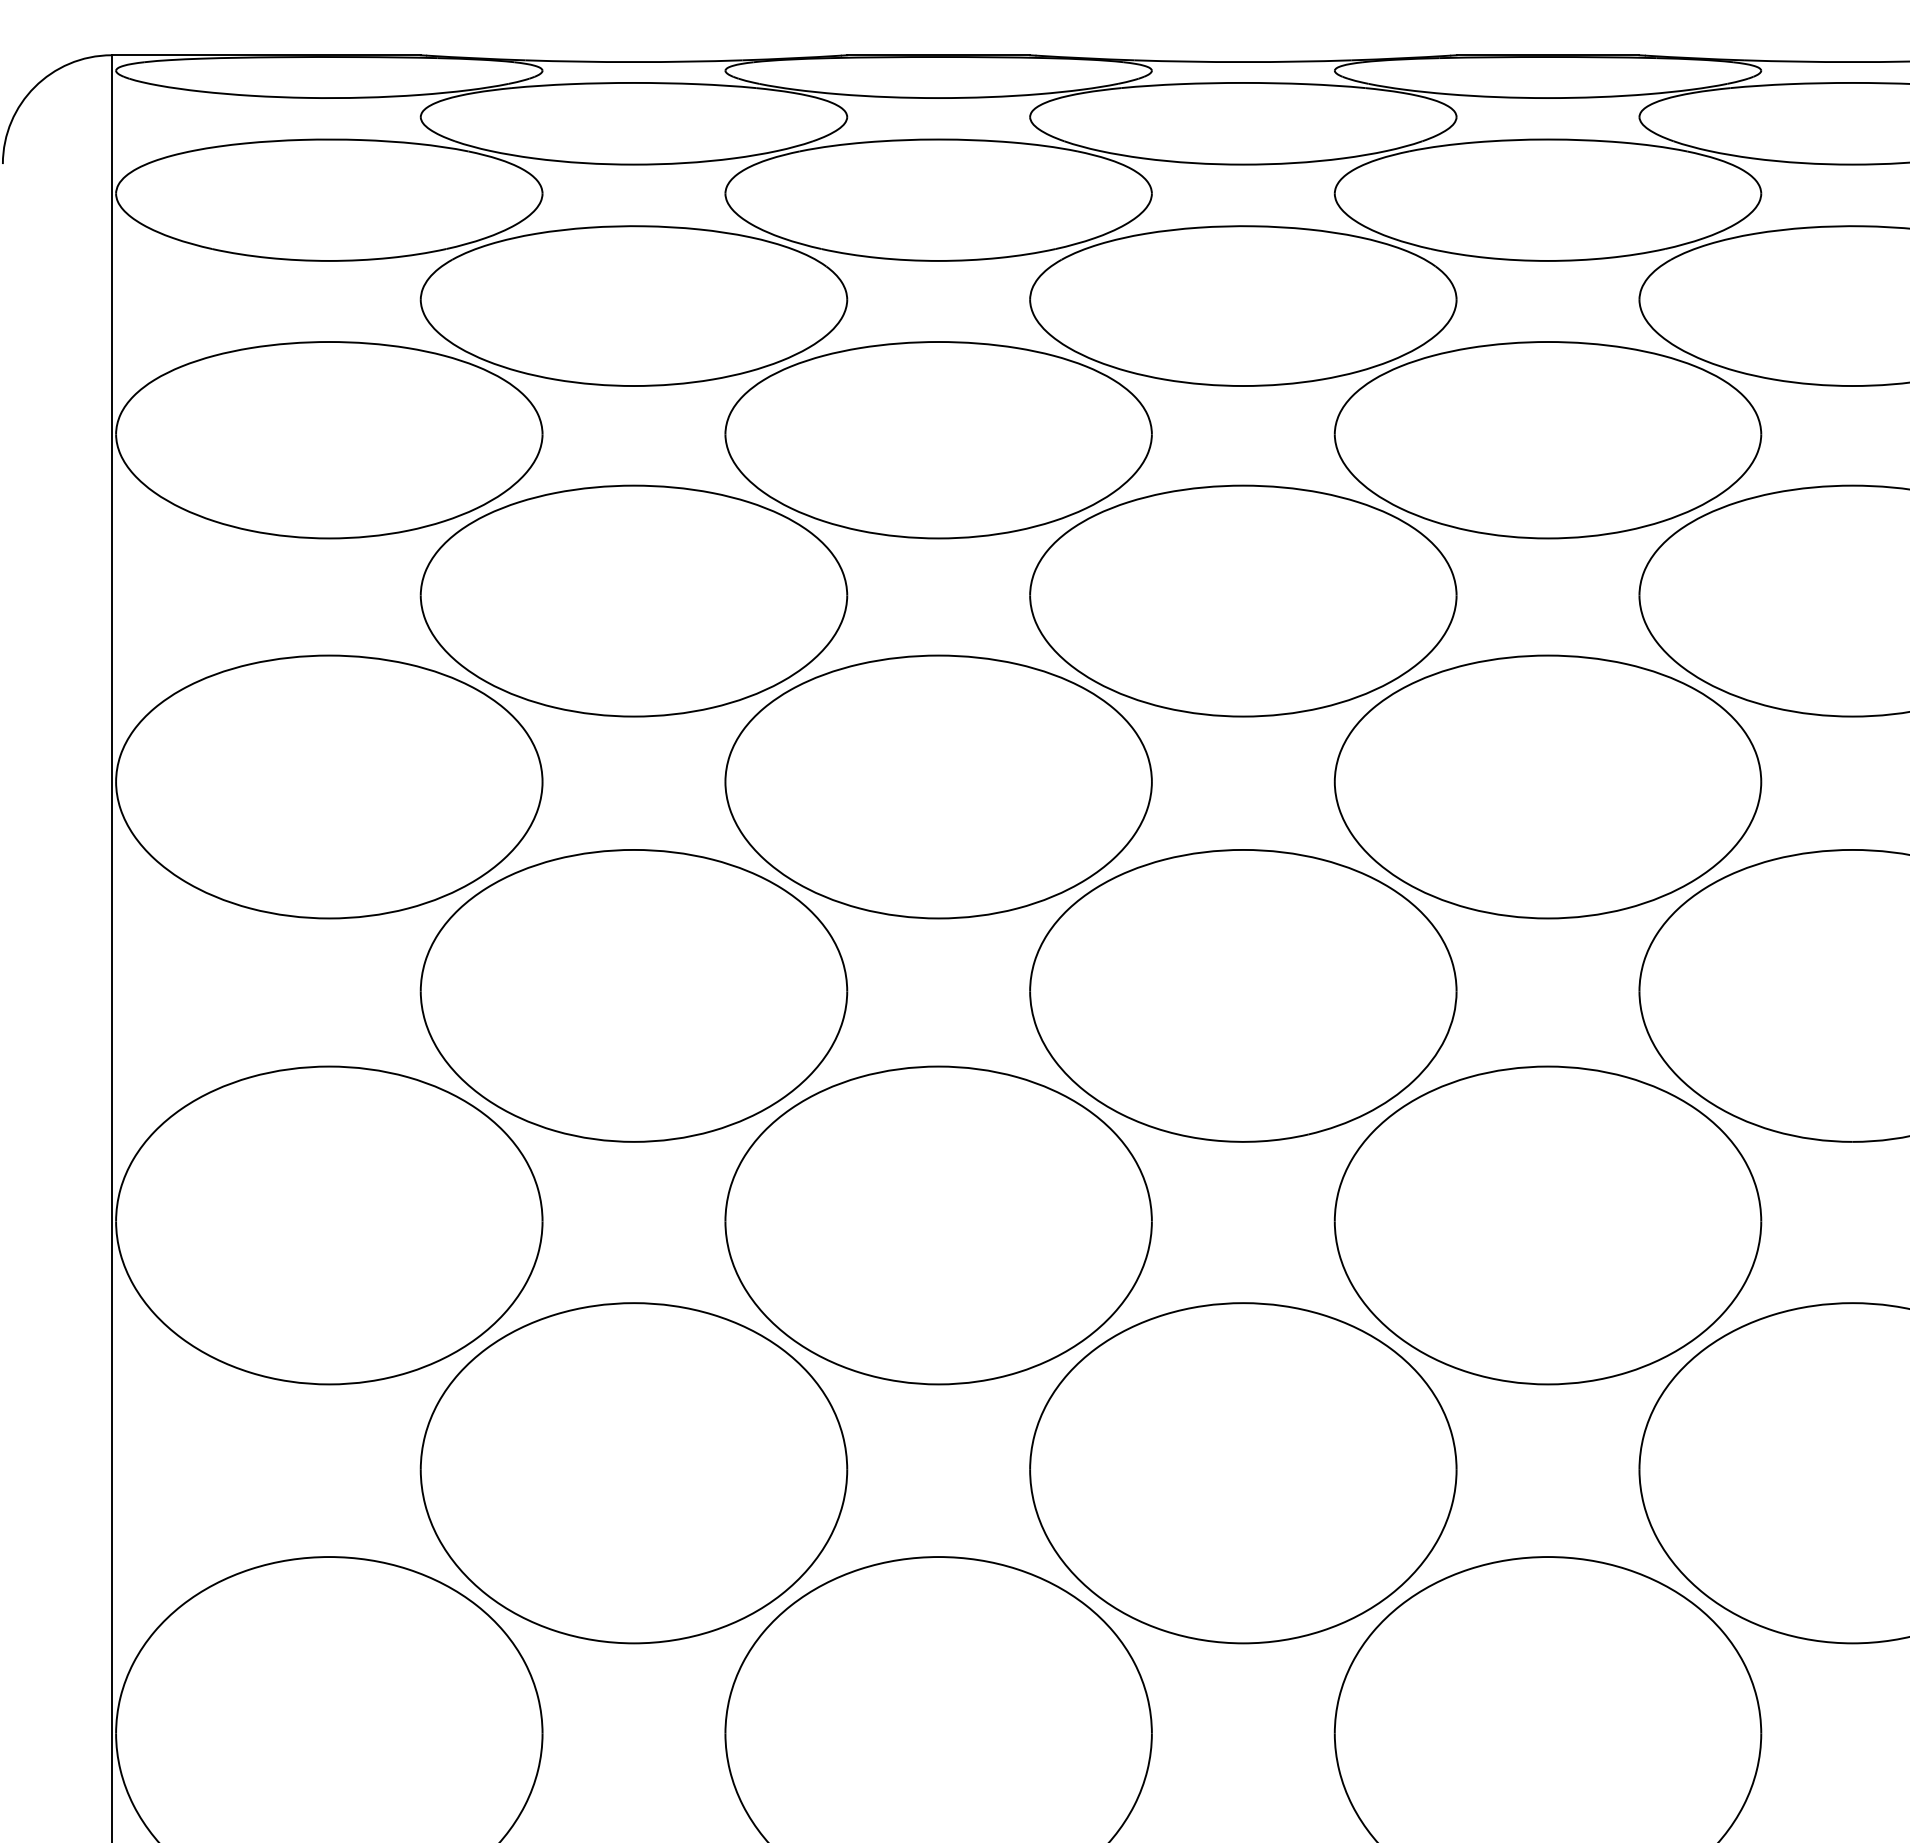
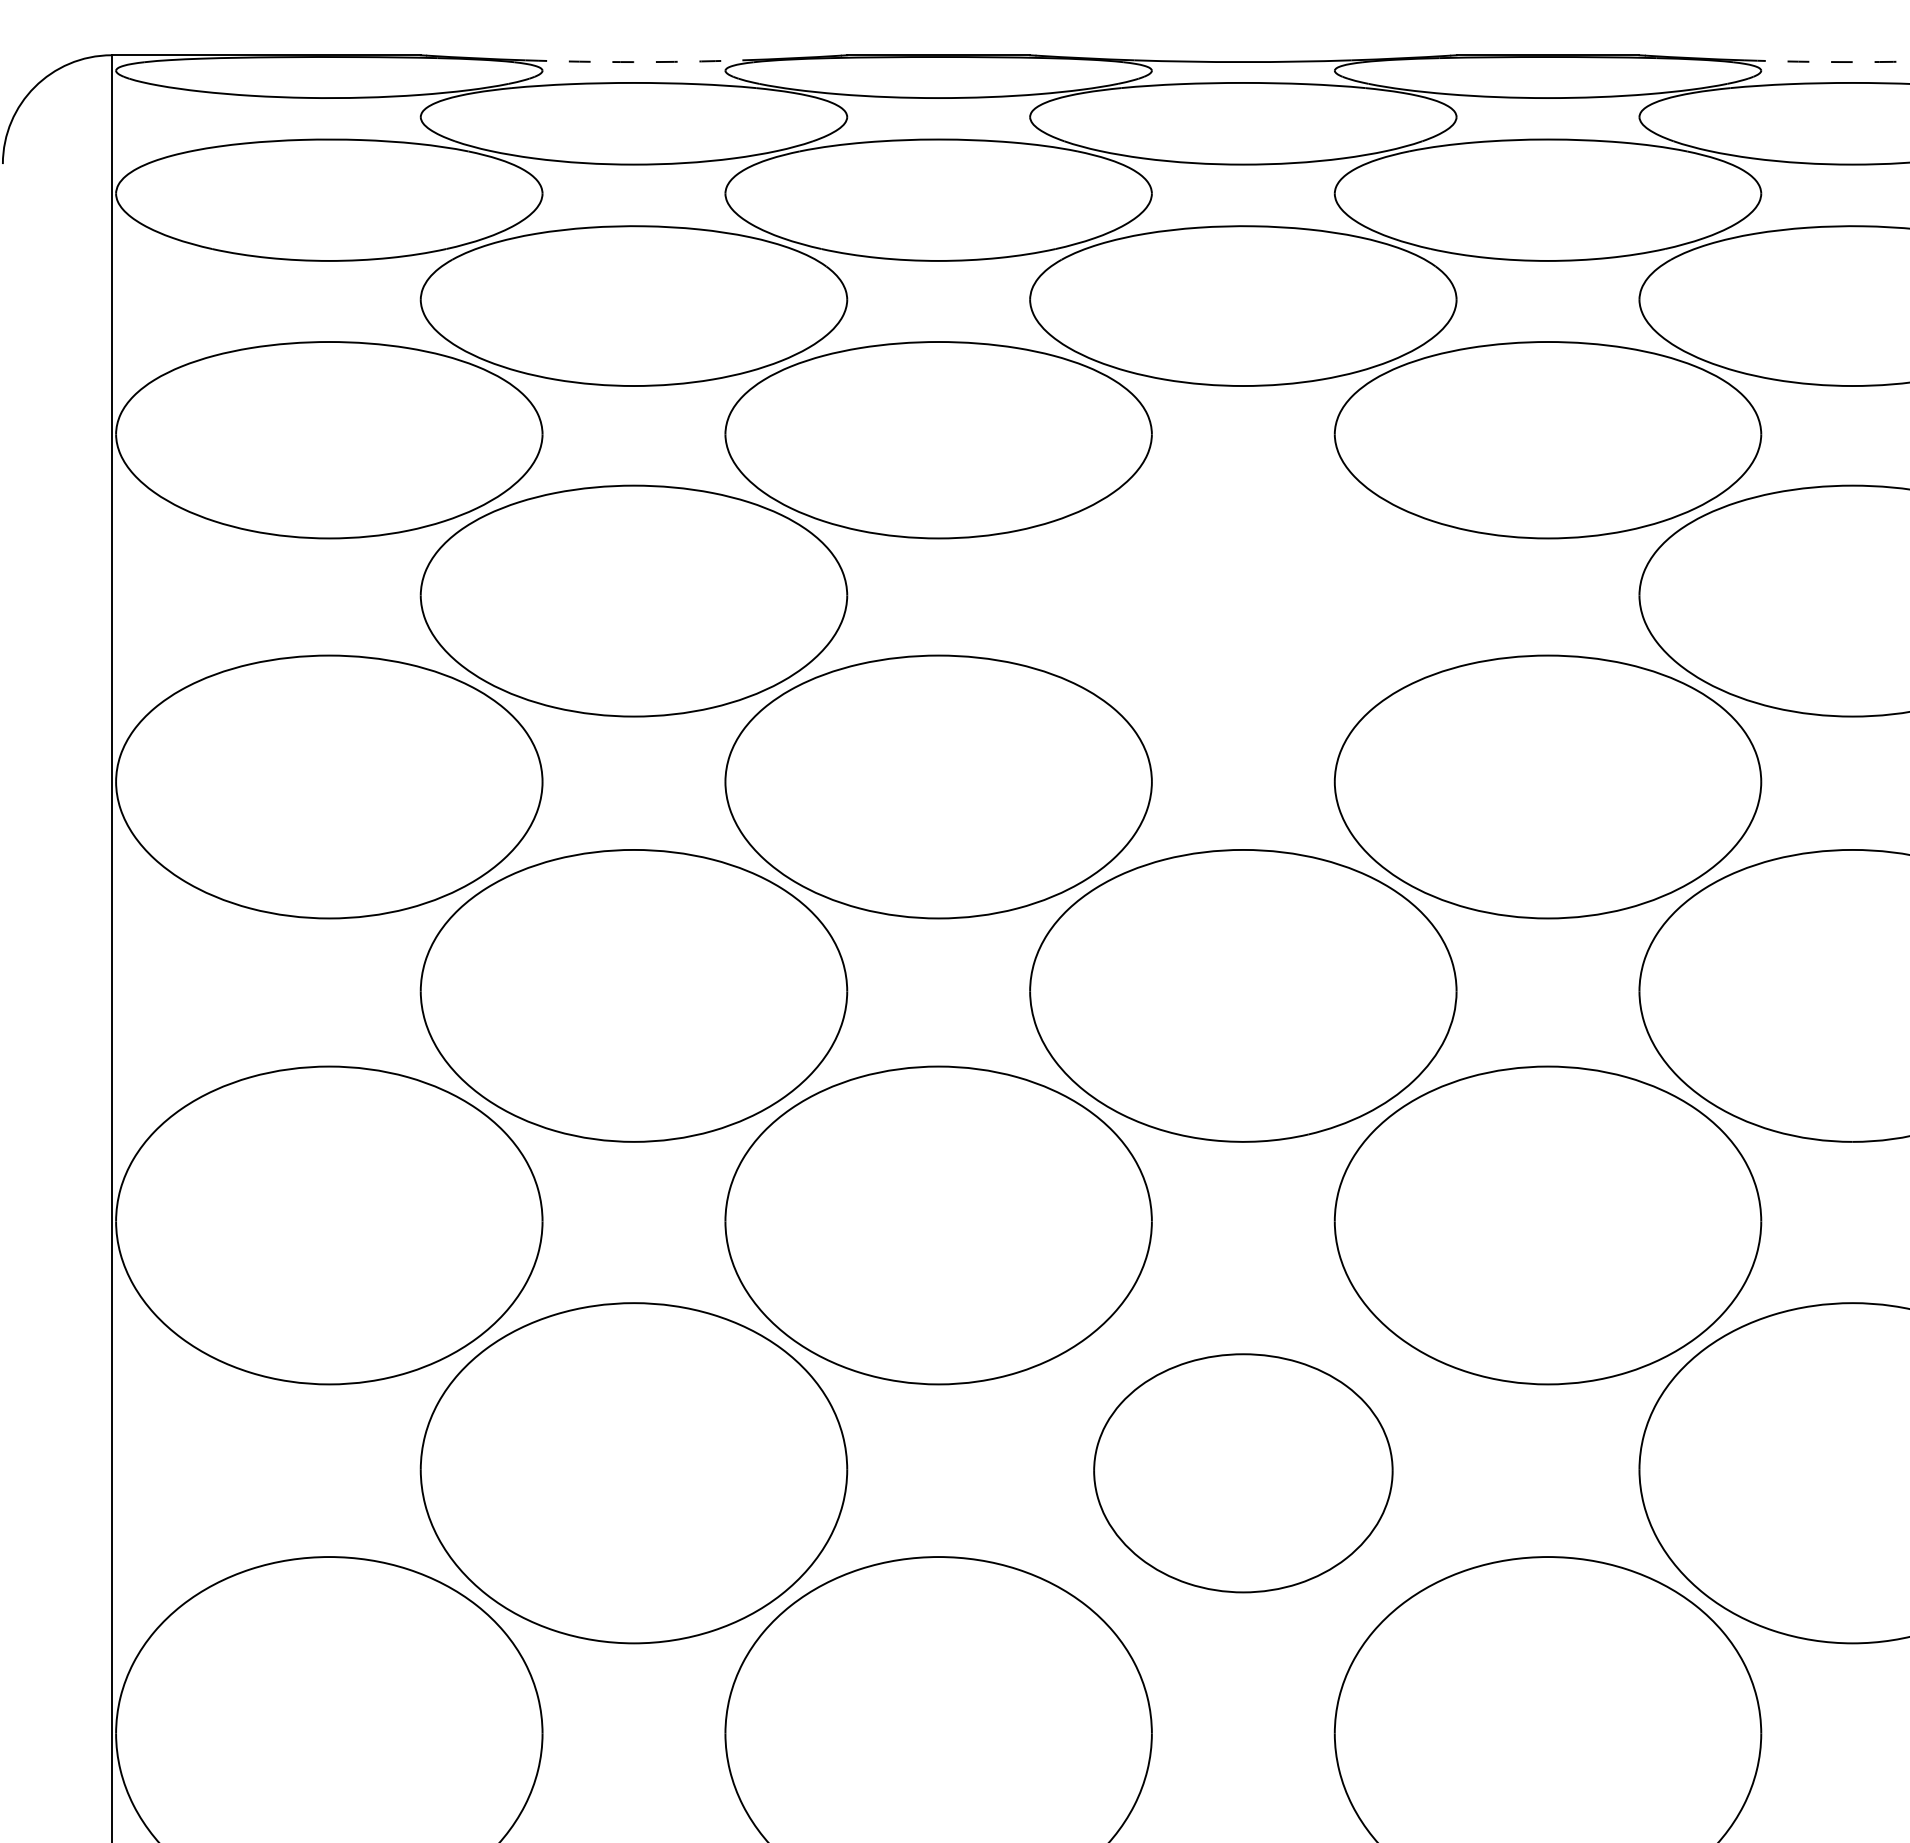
arc at (1827, 61): solid -> dashed
arc at (633, 62): solid -> dashed
part at (1243, 600): present -> none
part at (1243, 1473) size: 429x343 px -> 301x241 px
